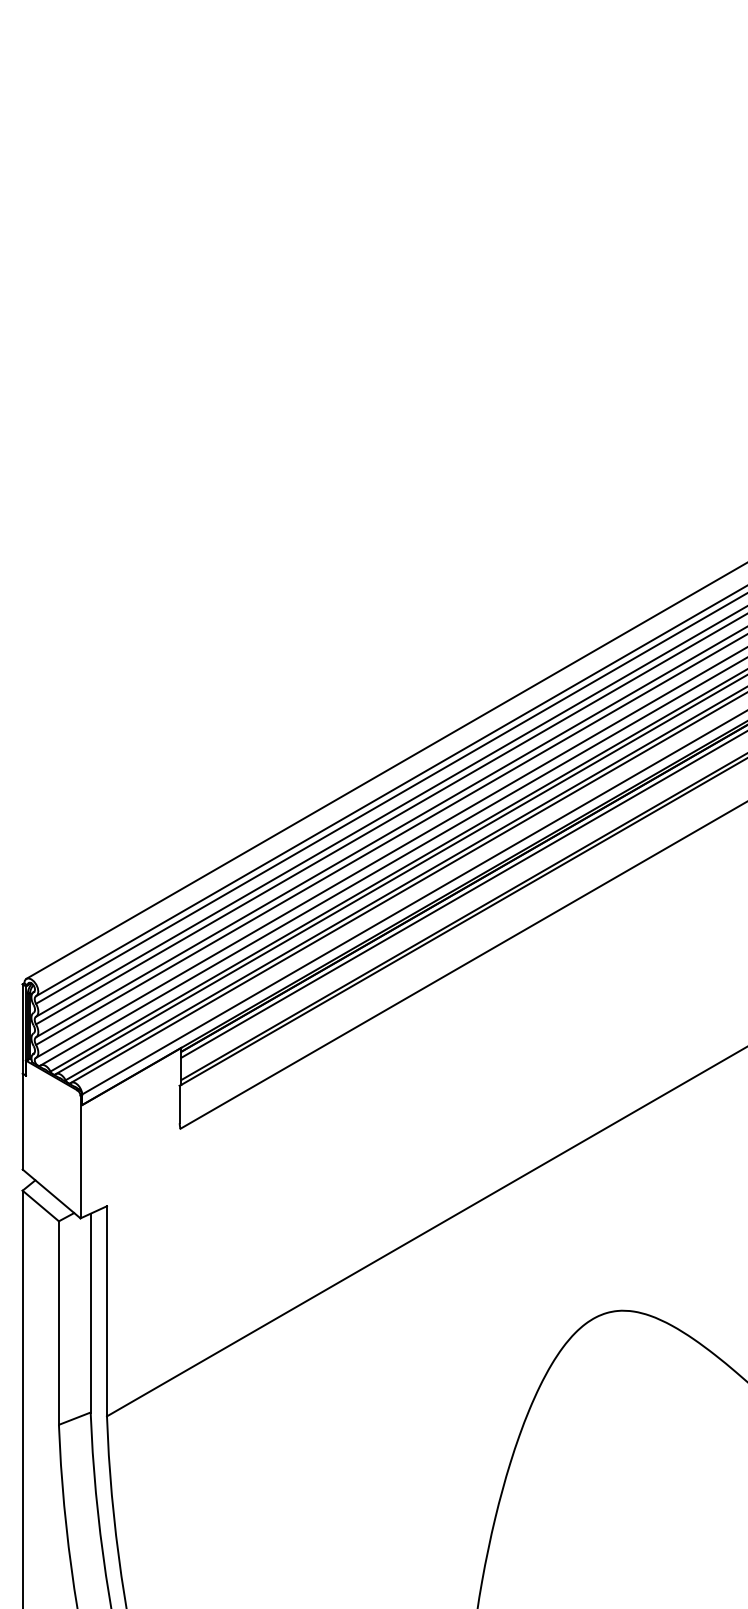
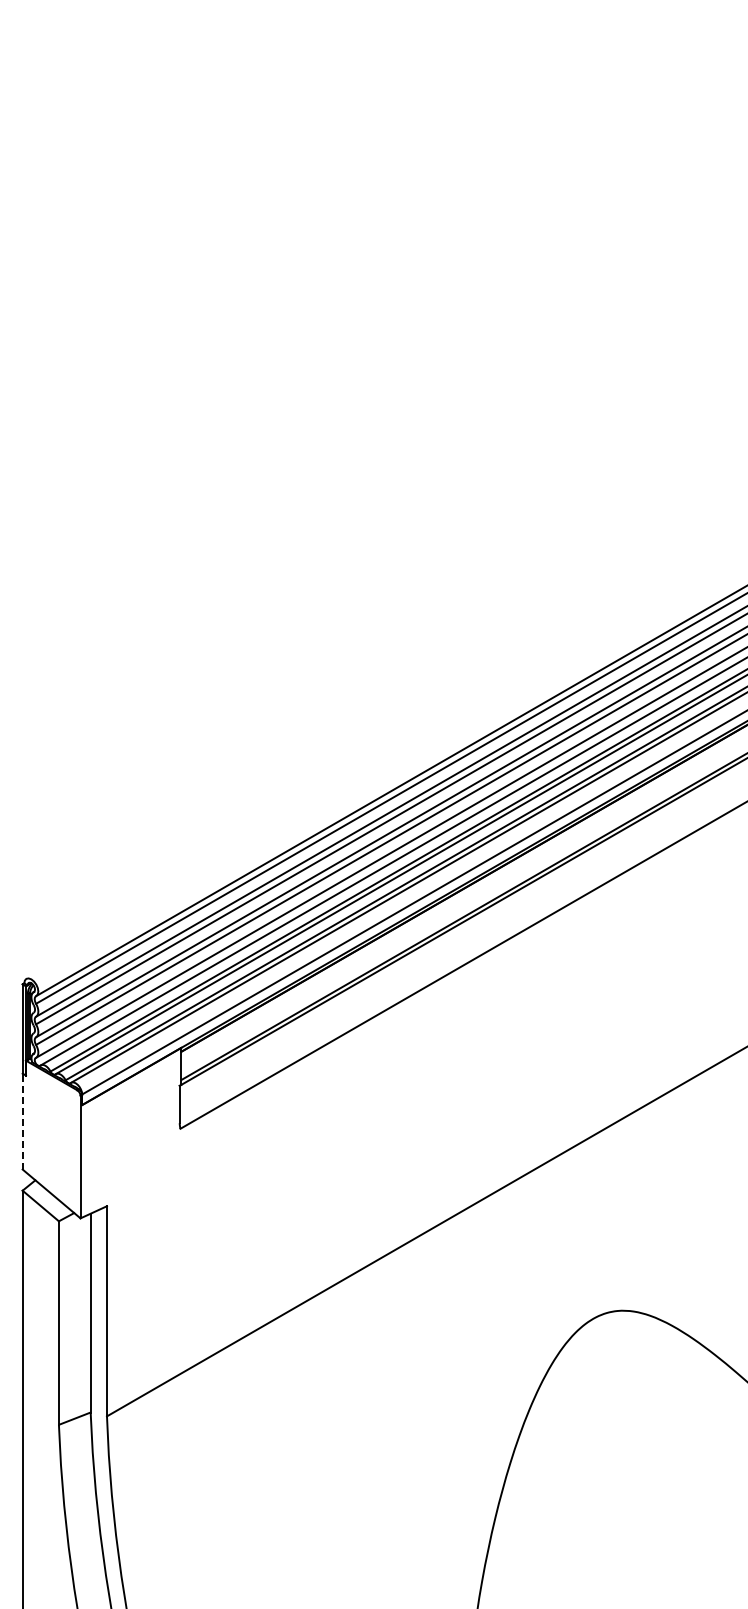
line at (385, 771): present -> none
line at (462, 894): present -> none
line at (22, 1121): solid -> dashed
